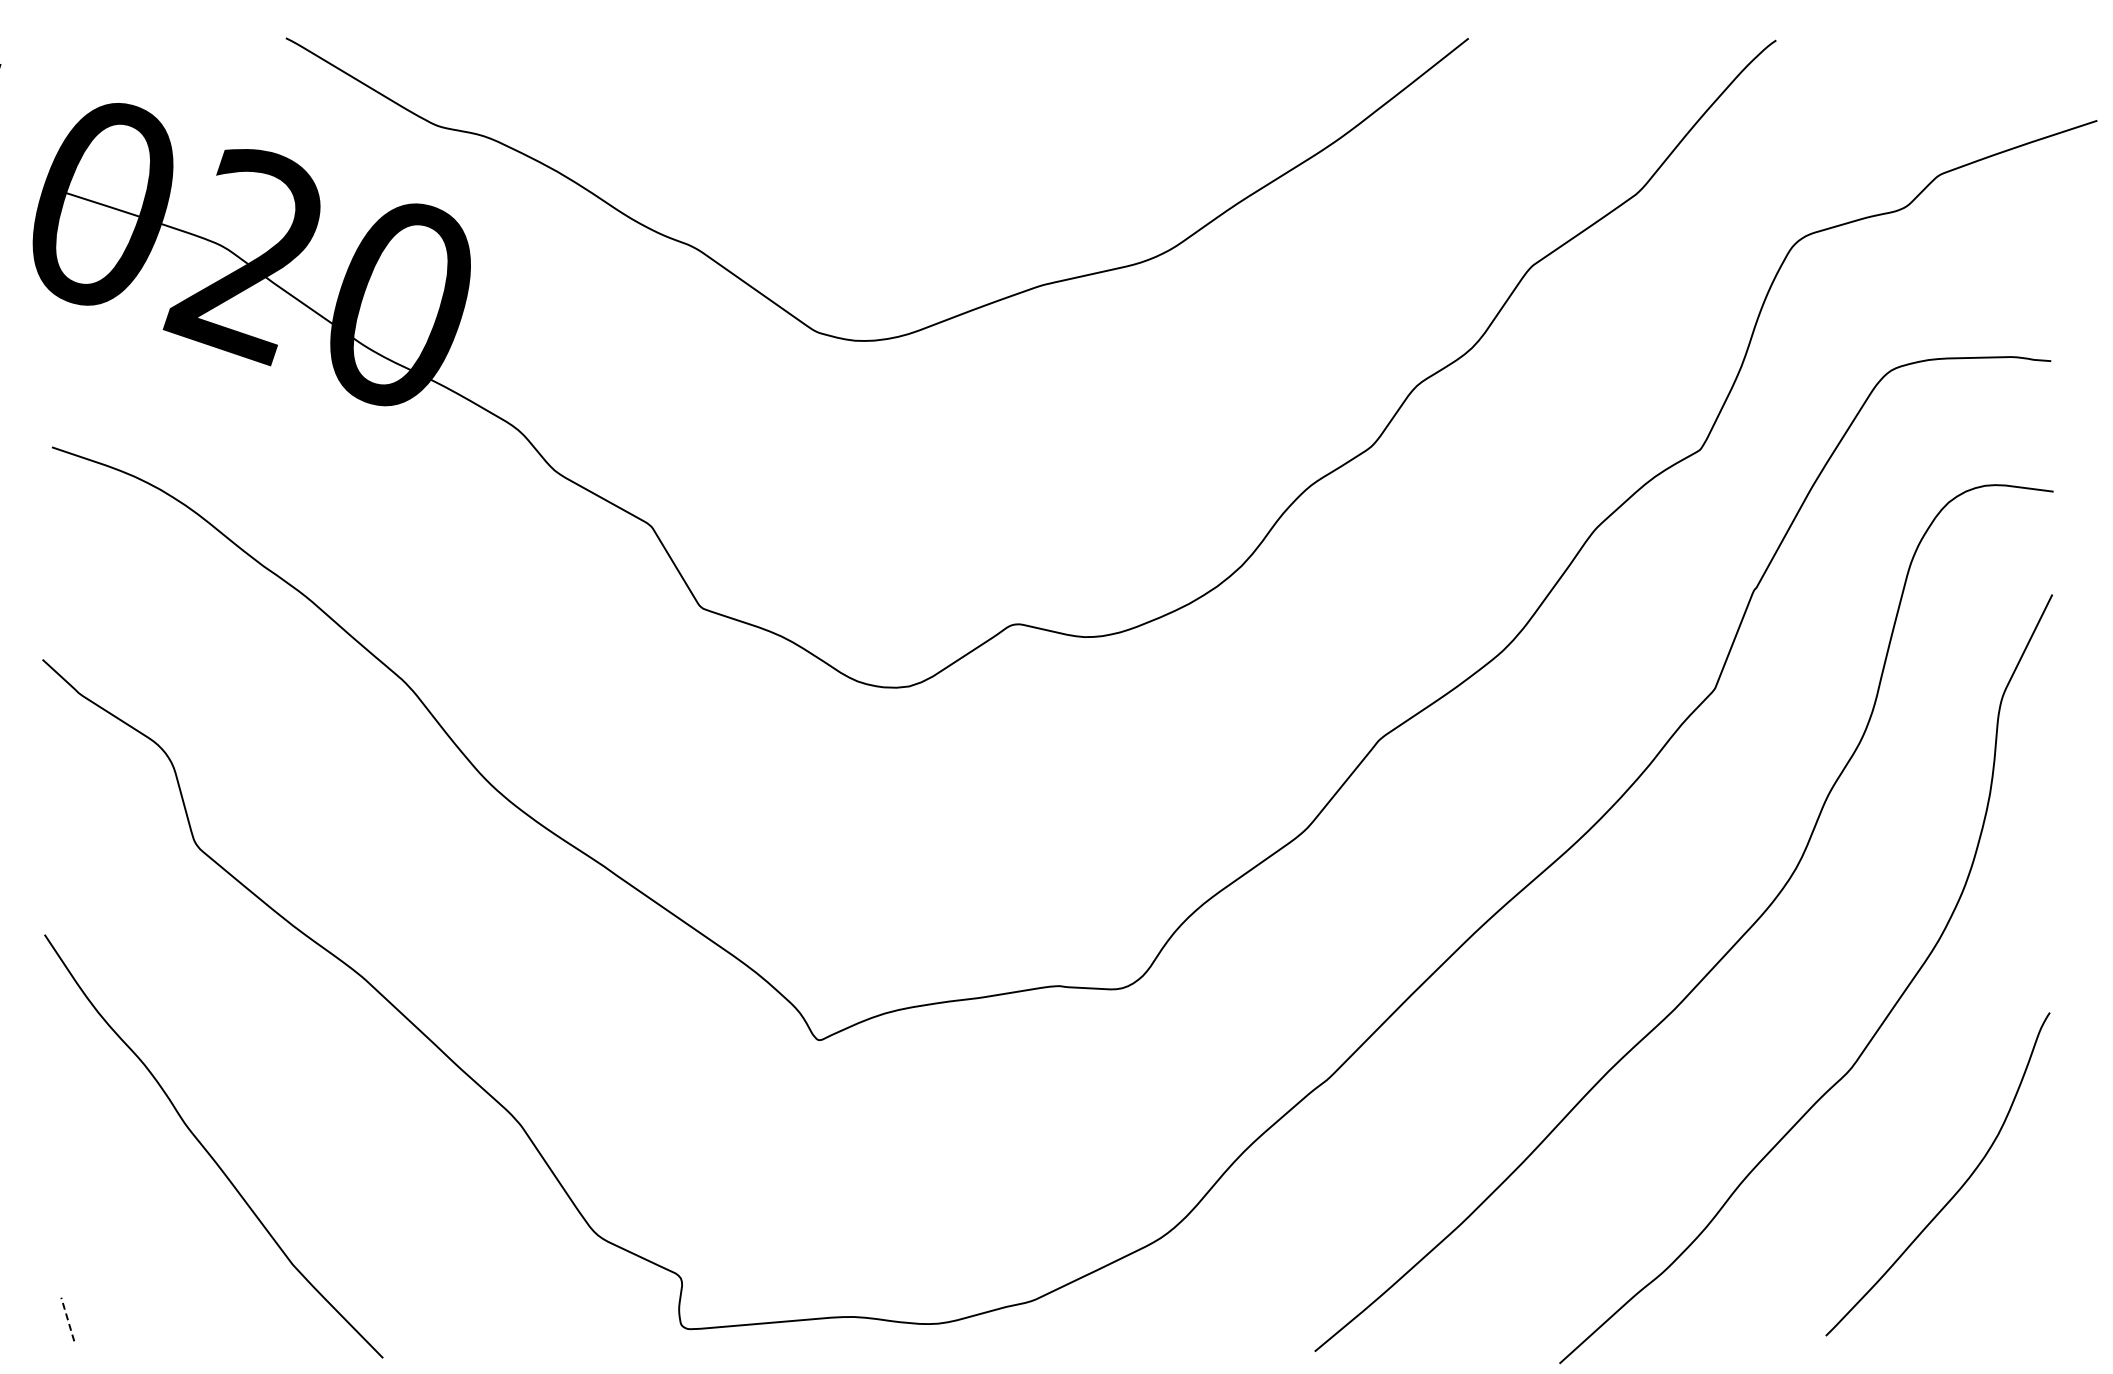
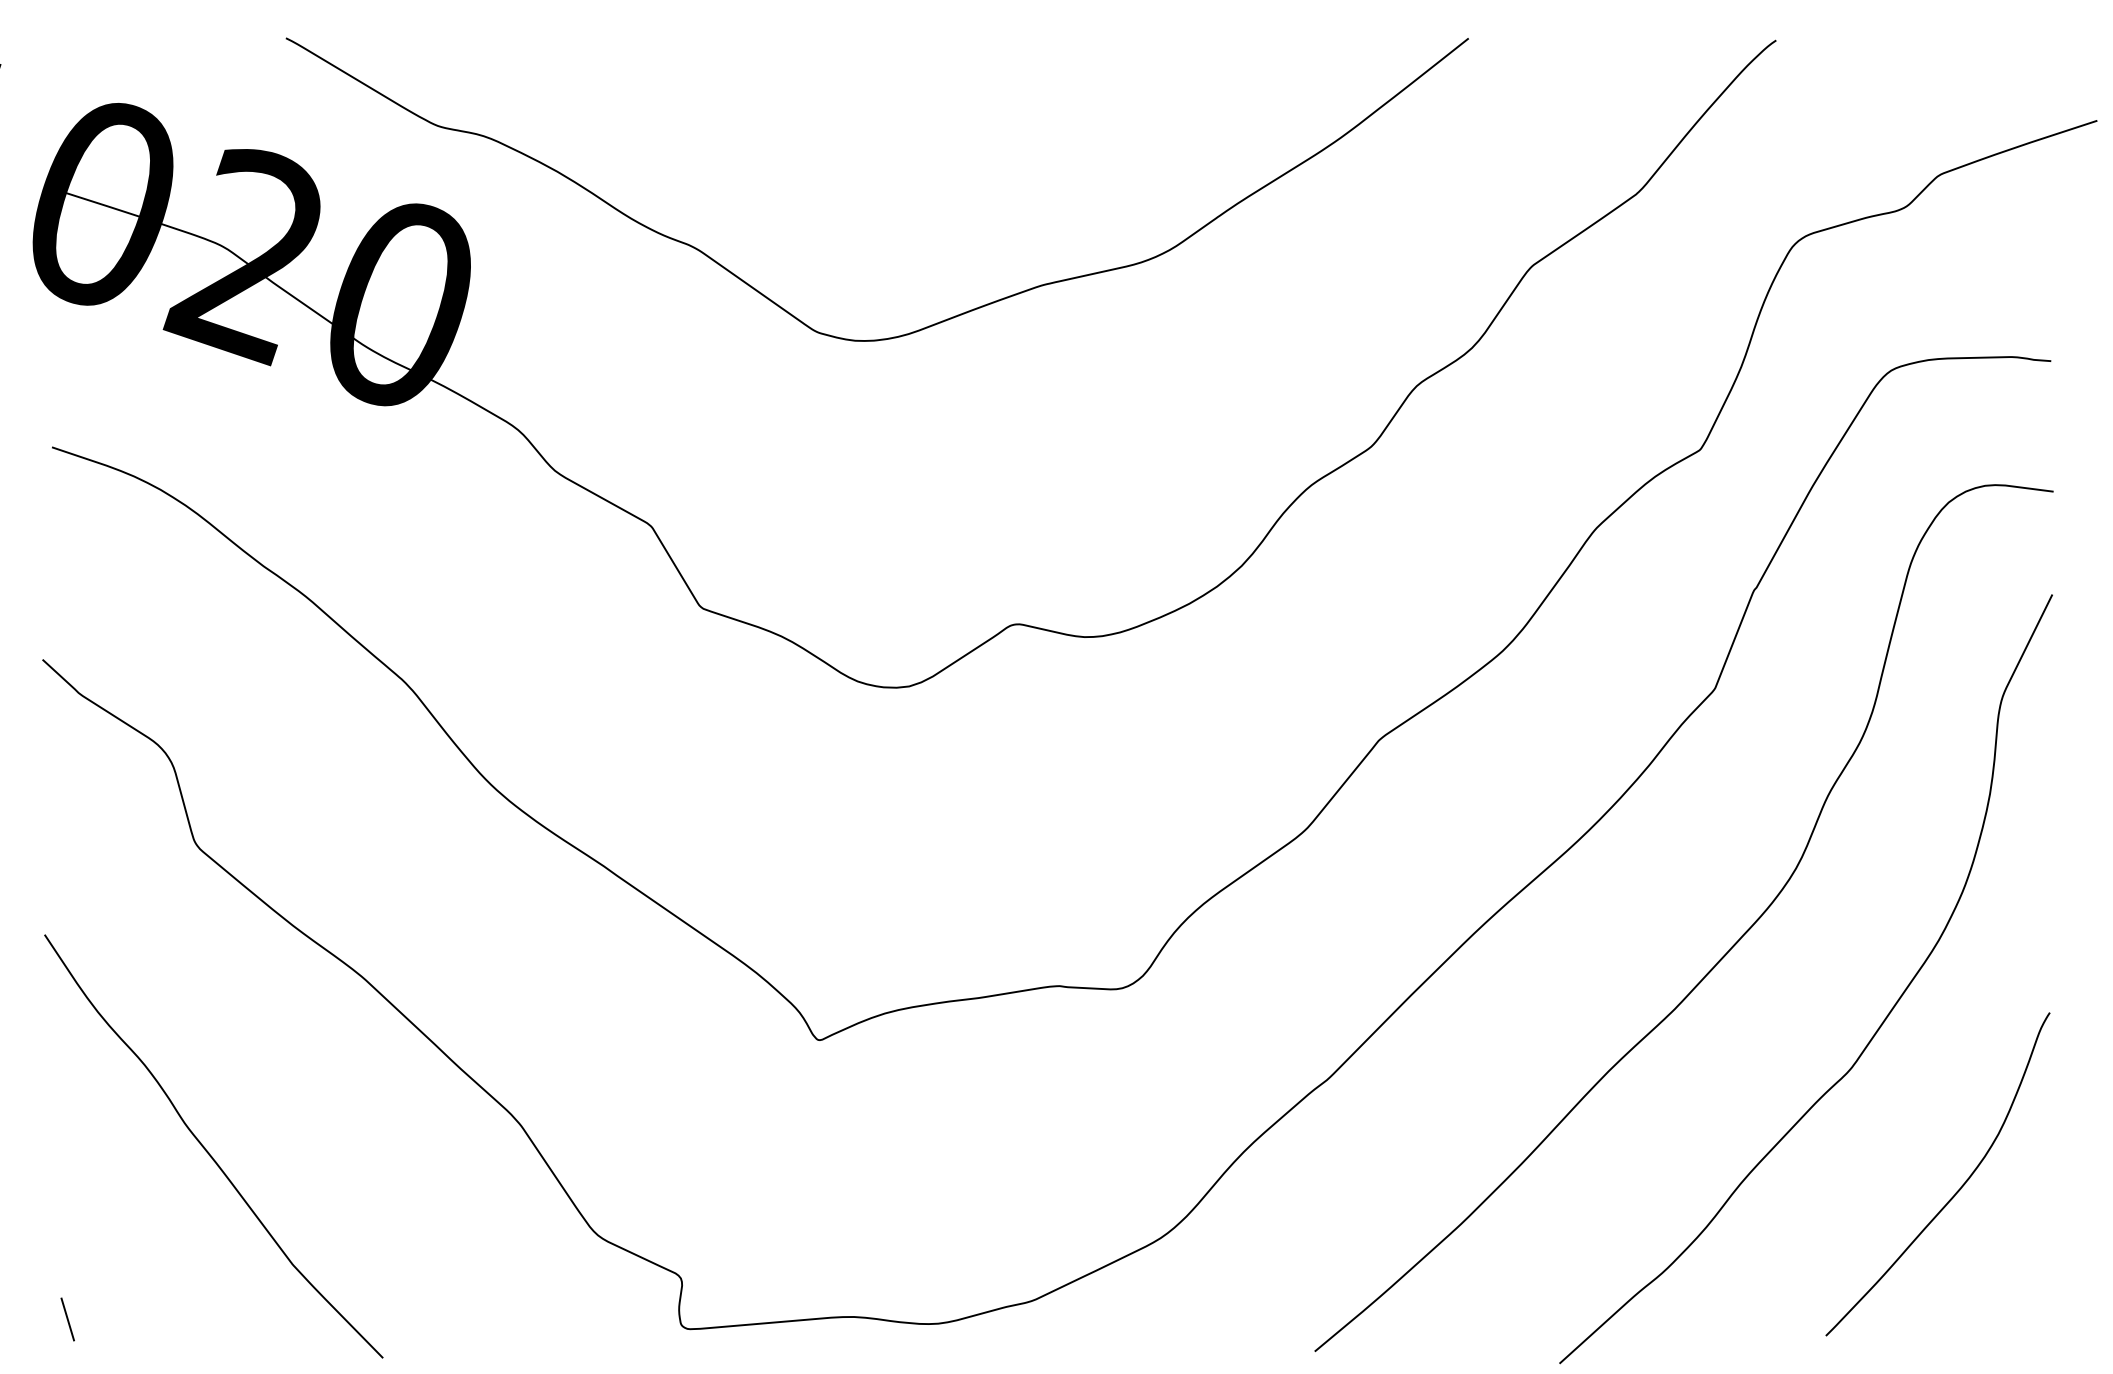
line at (67, 1319): dashed -> solid
